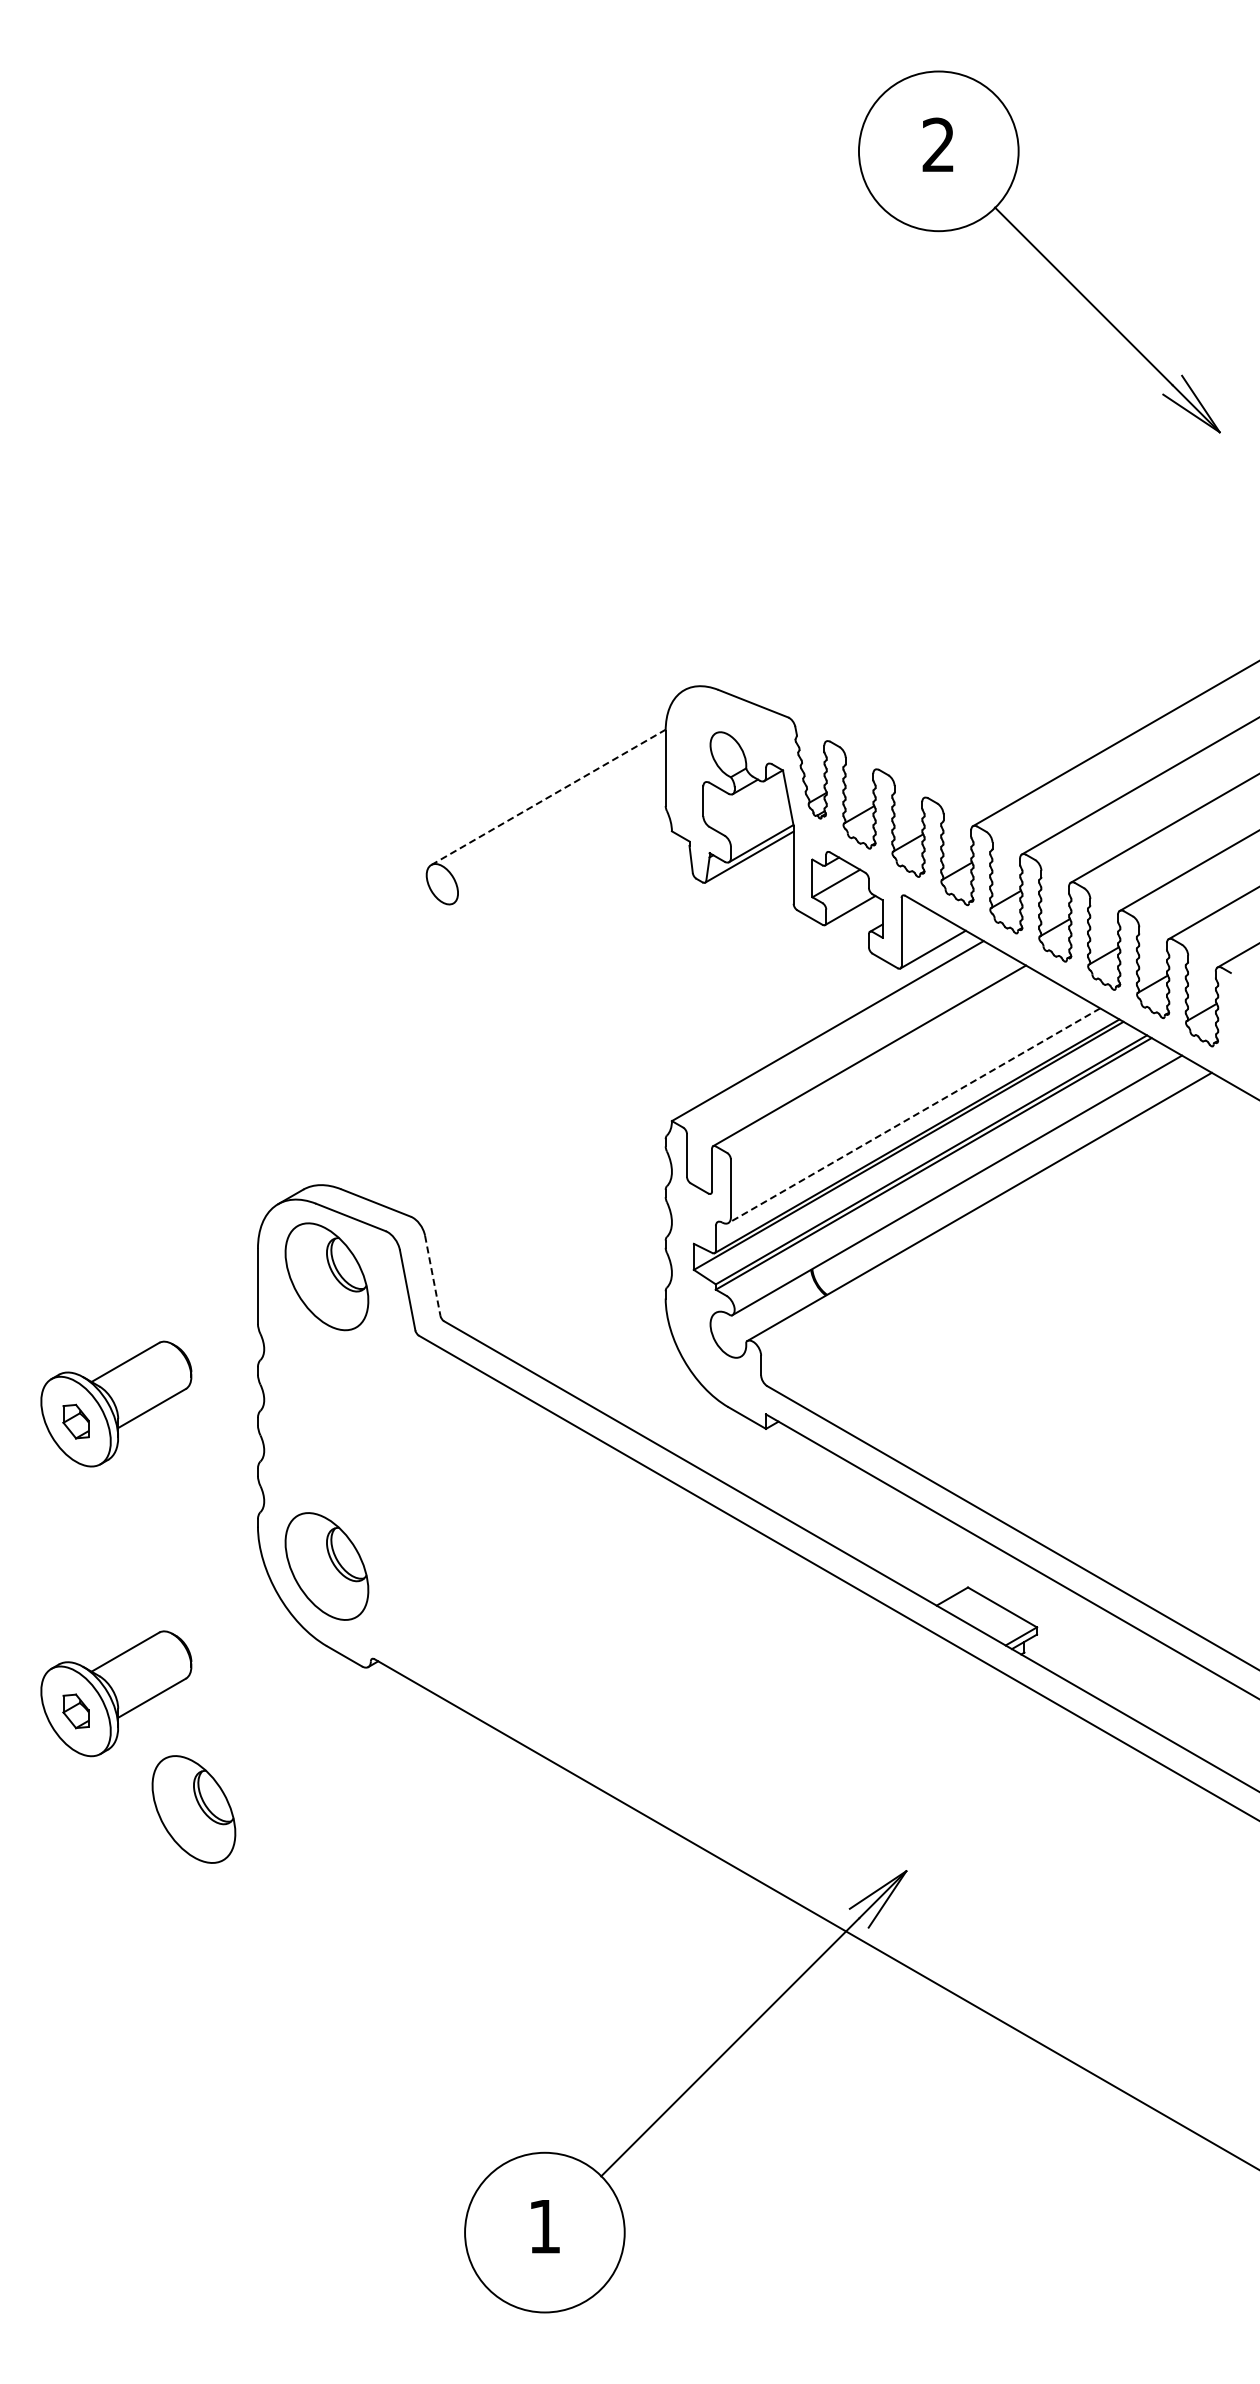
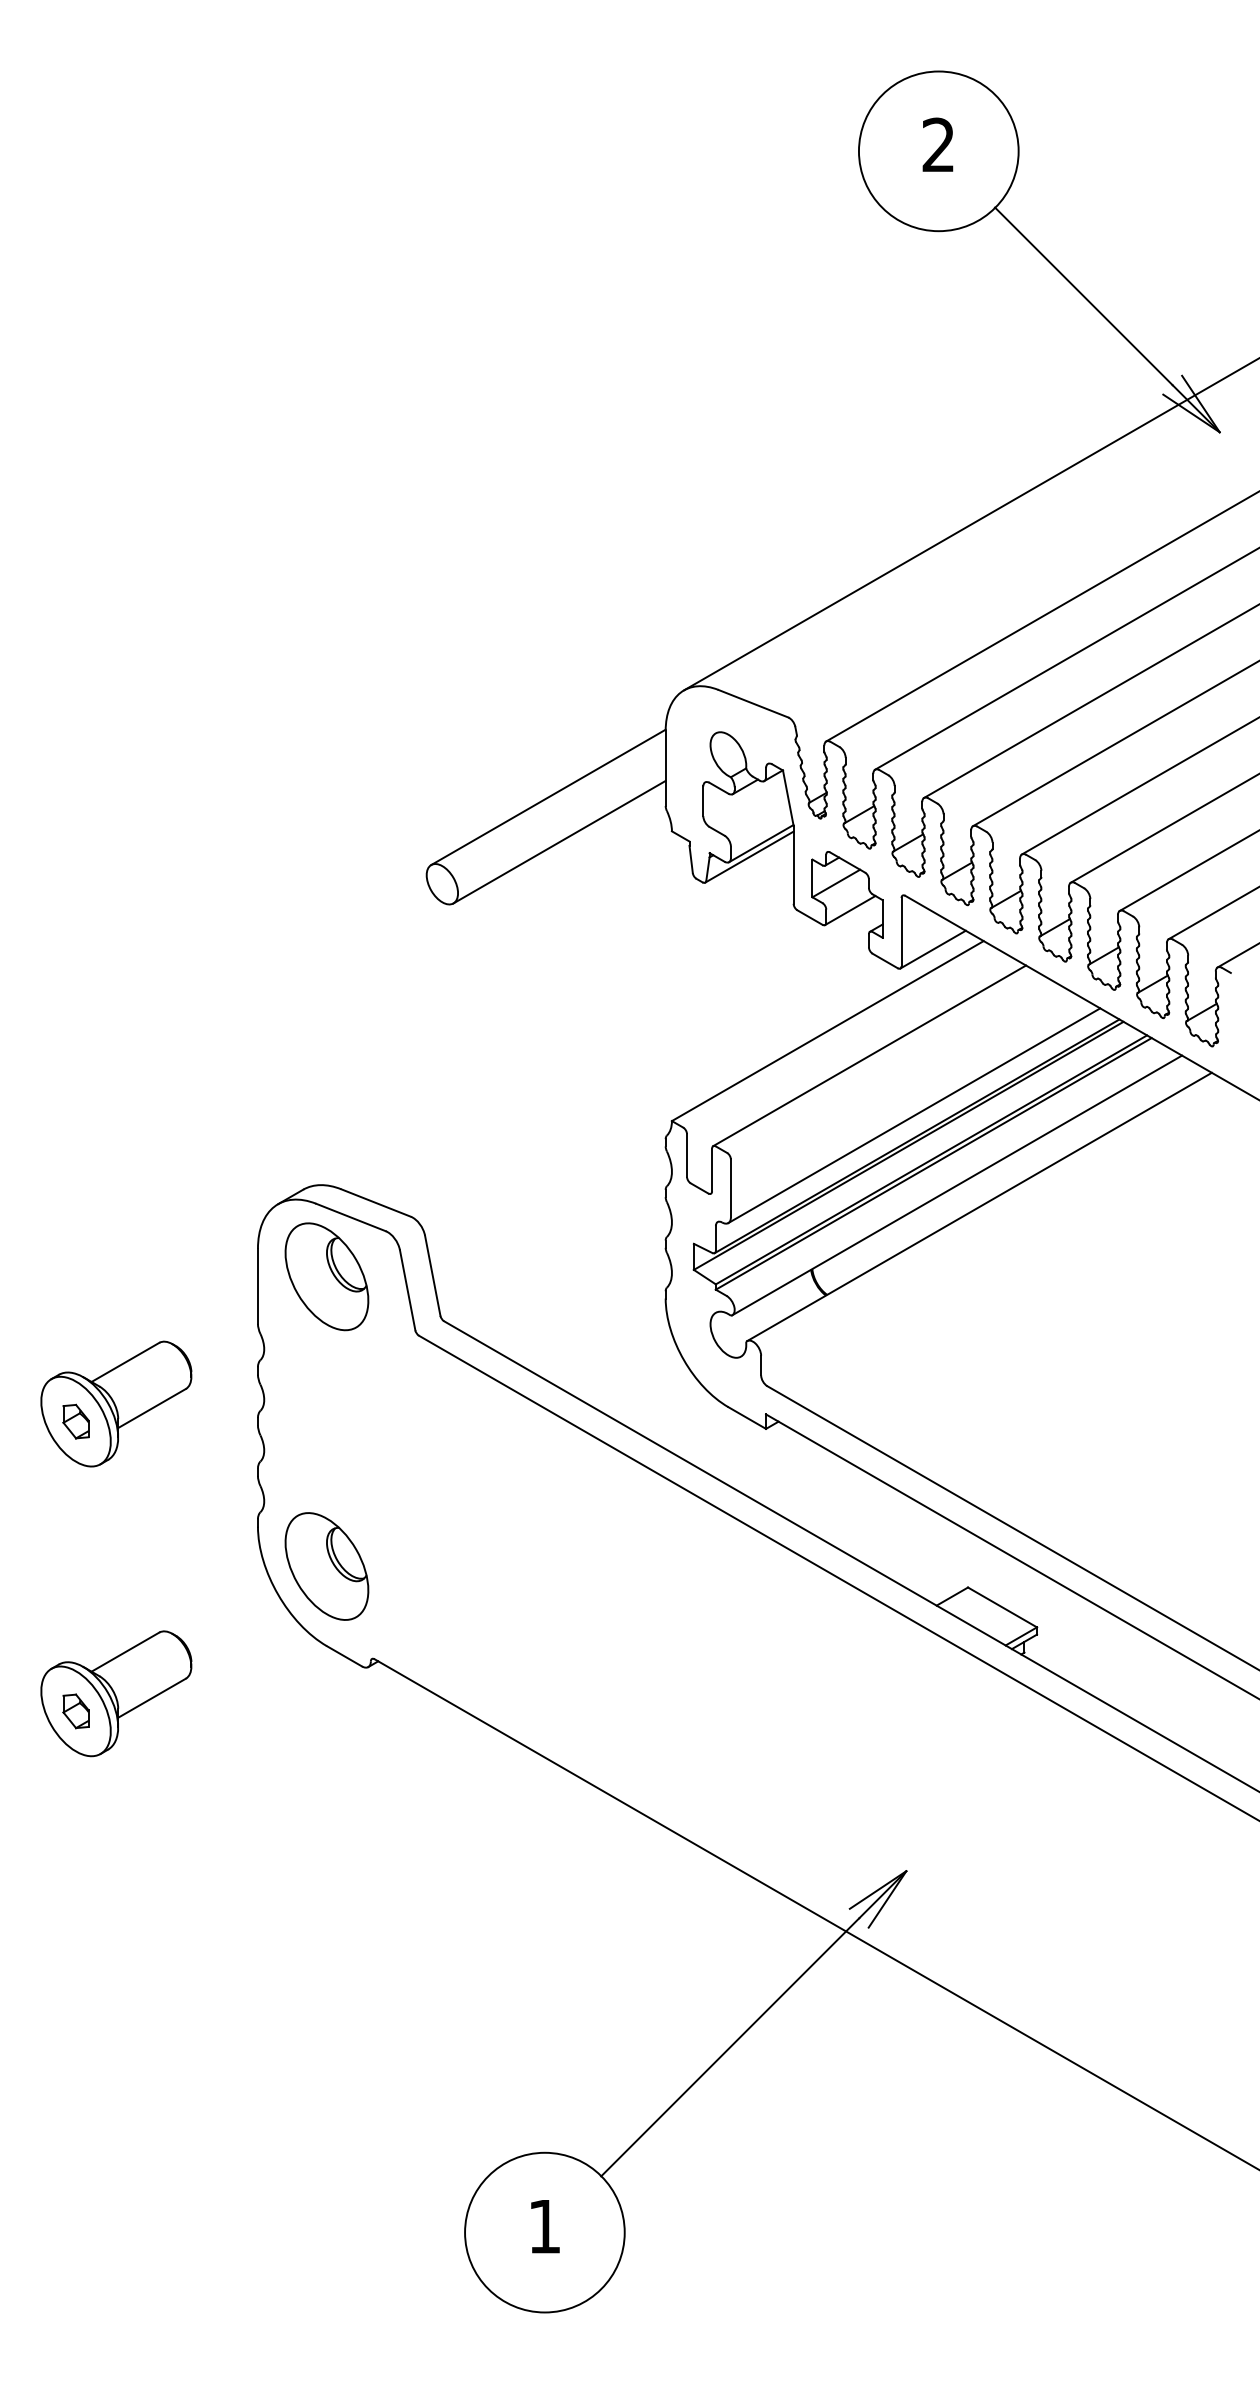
line at (970, 525): none -> present
line at (1041, 617): none -> present
line at (1065, 659): none -> present
line at (1090, 701): none -> present
line at (548, 797): dashed -> solid
line at (559, 841): none -> present
line at (914, 1115): dashed -> solid
line at (432, 1275): dashed -> solid
part at (193, 1809): present -> none
